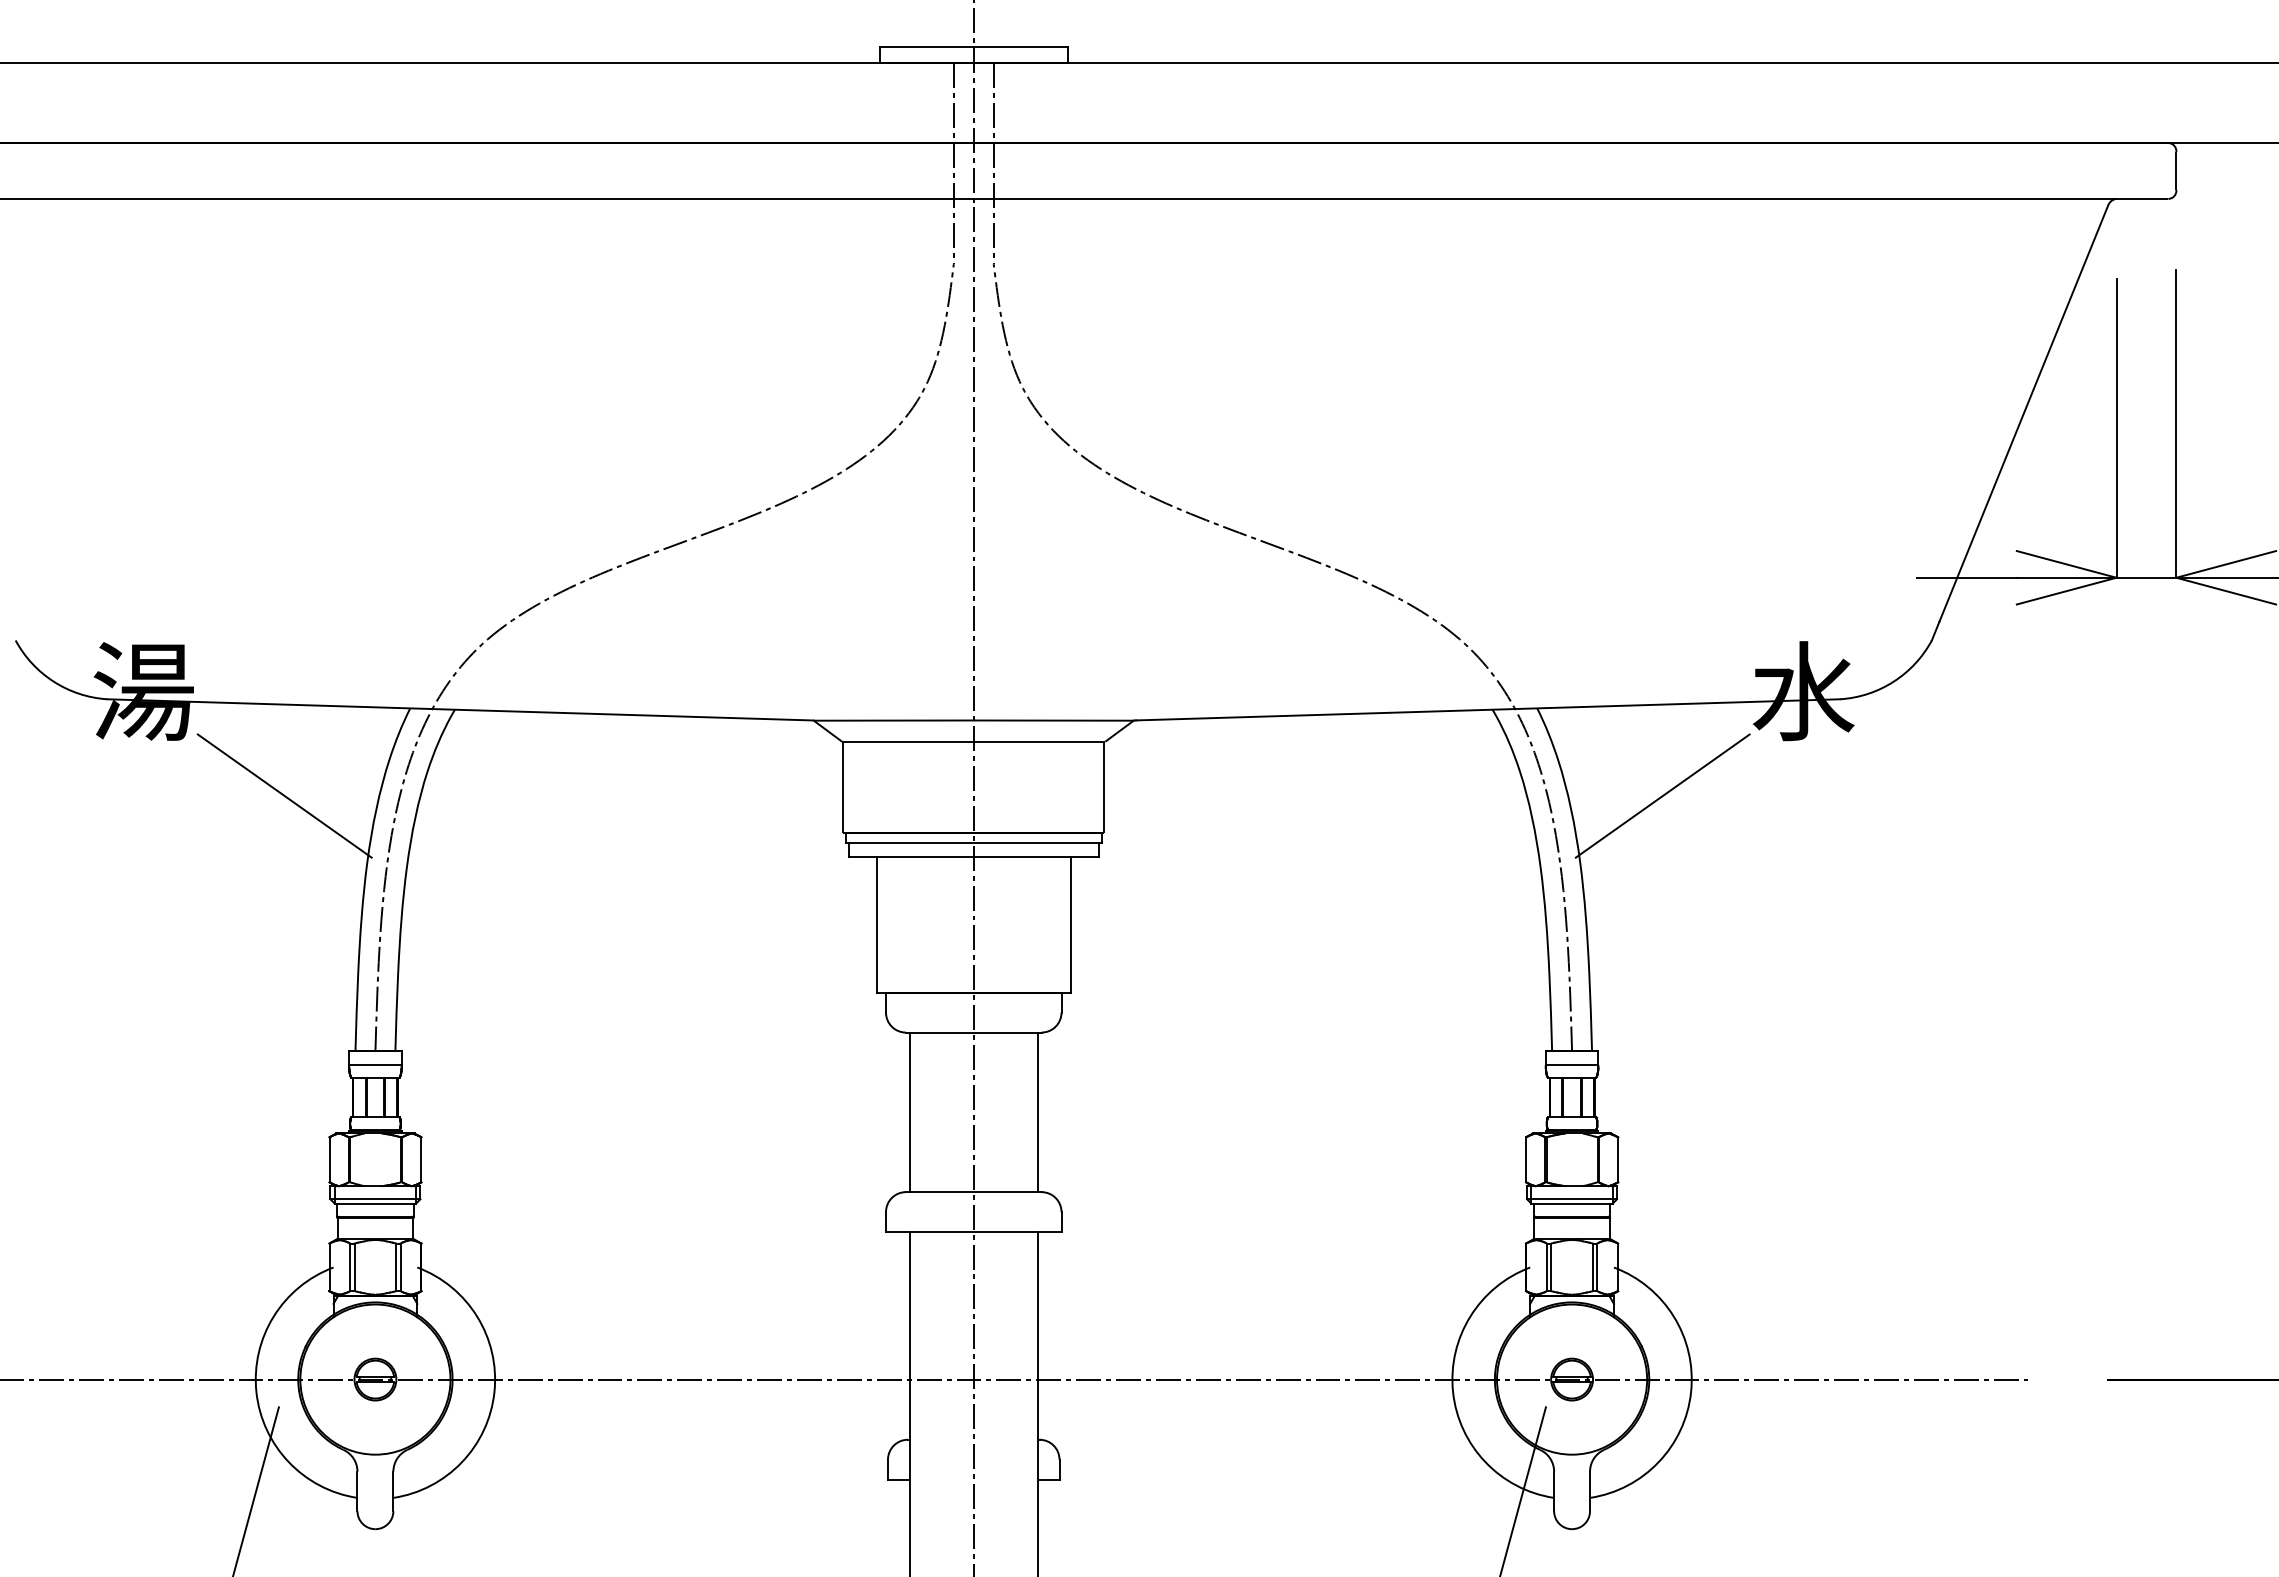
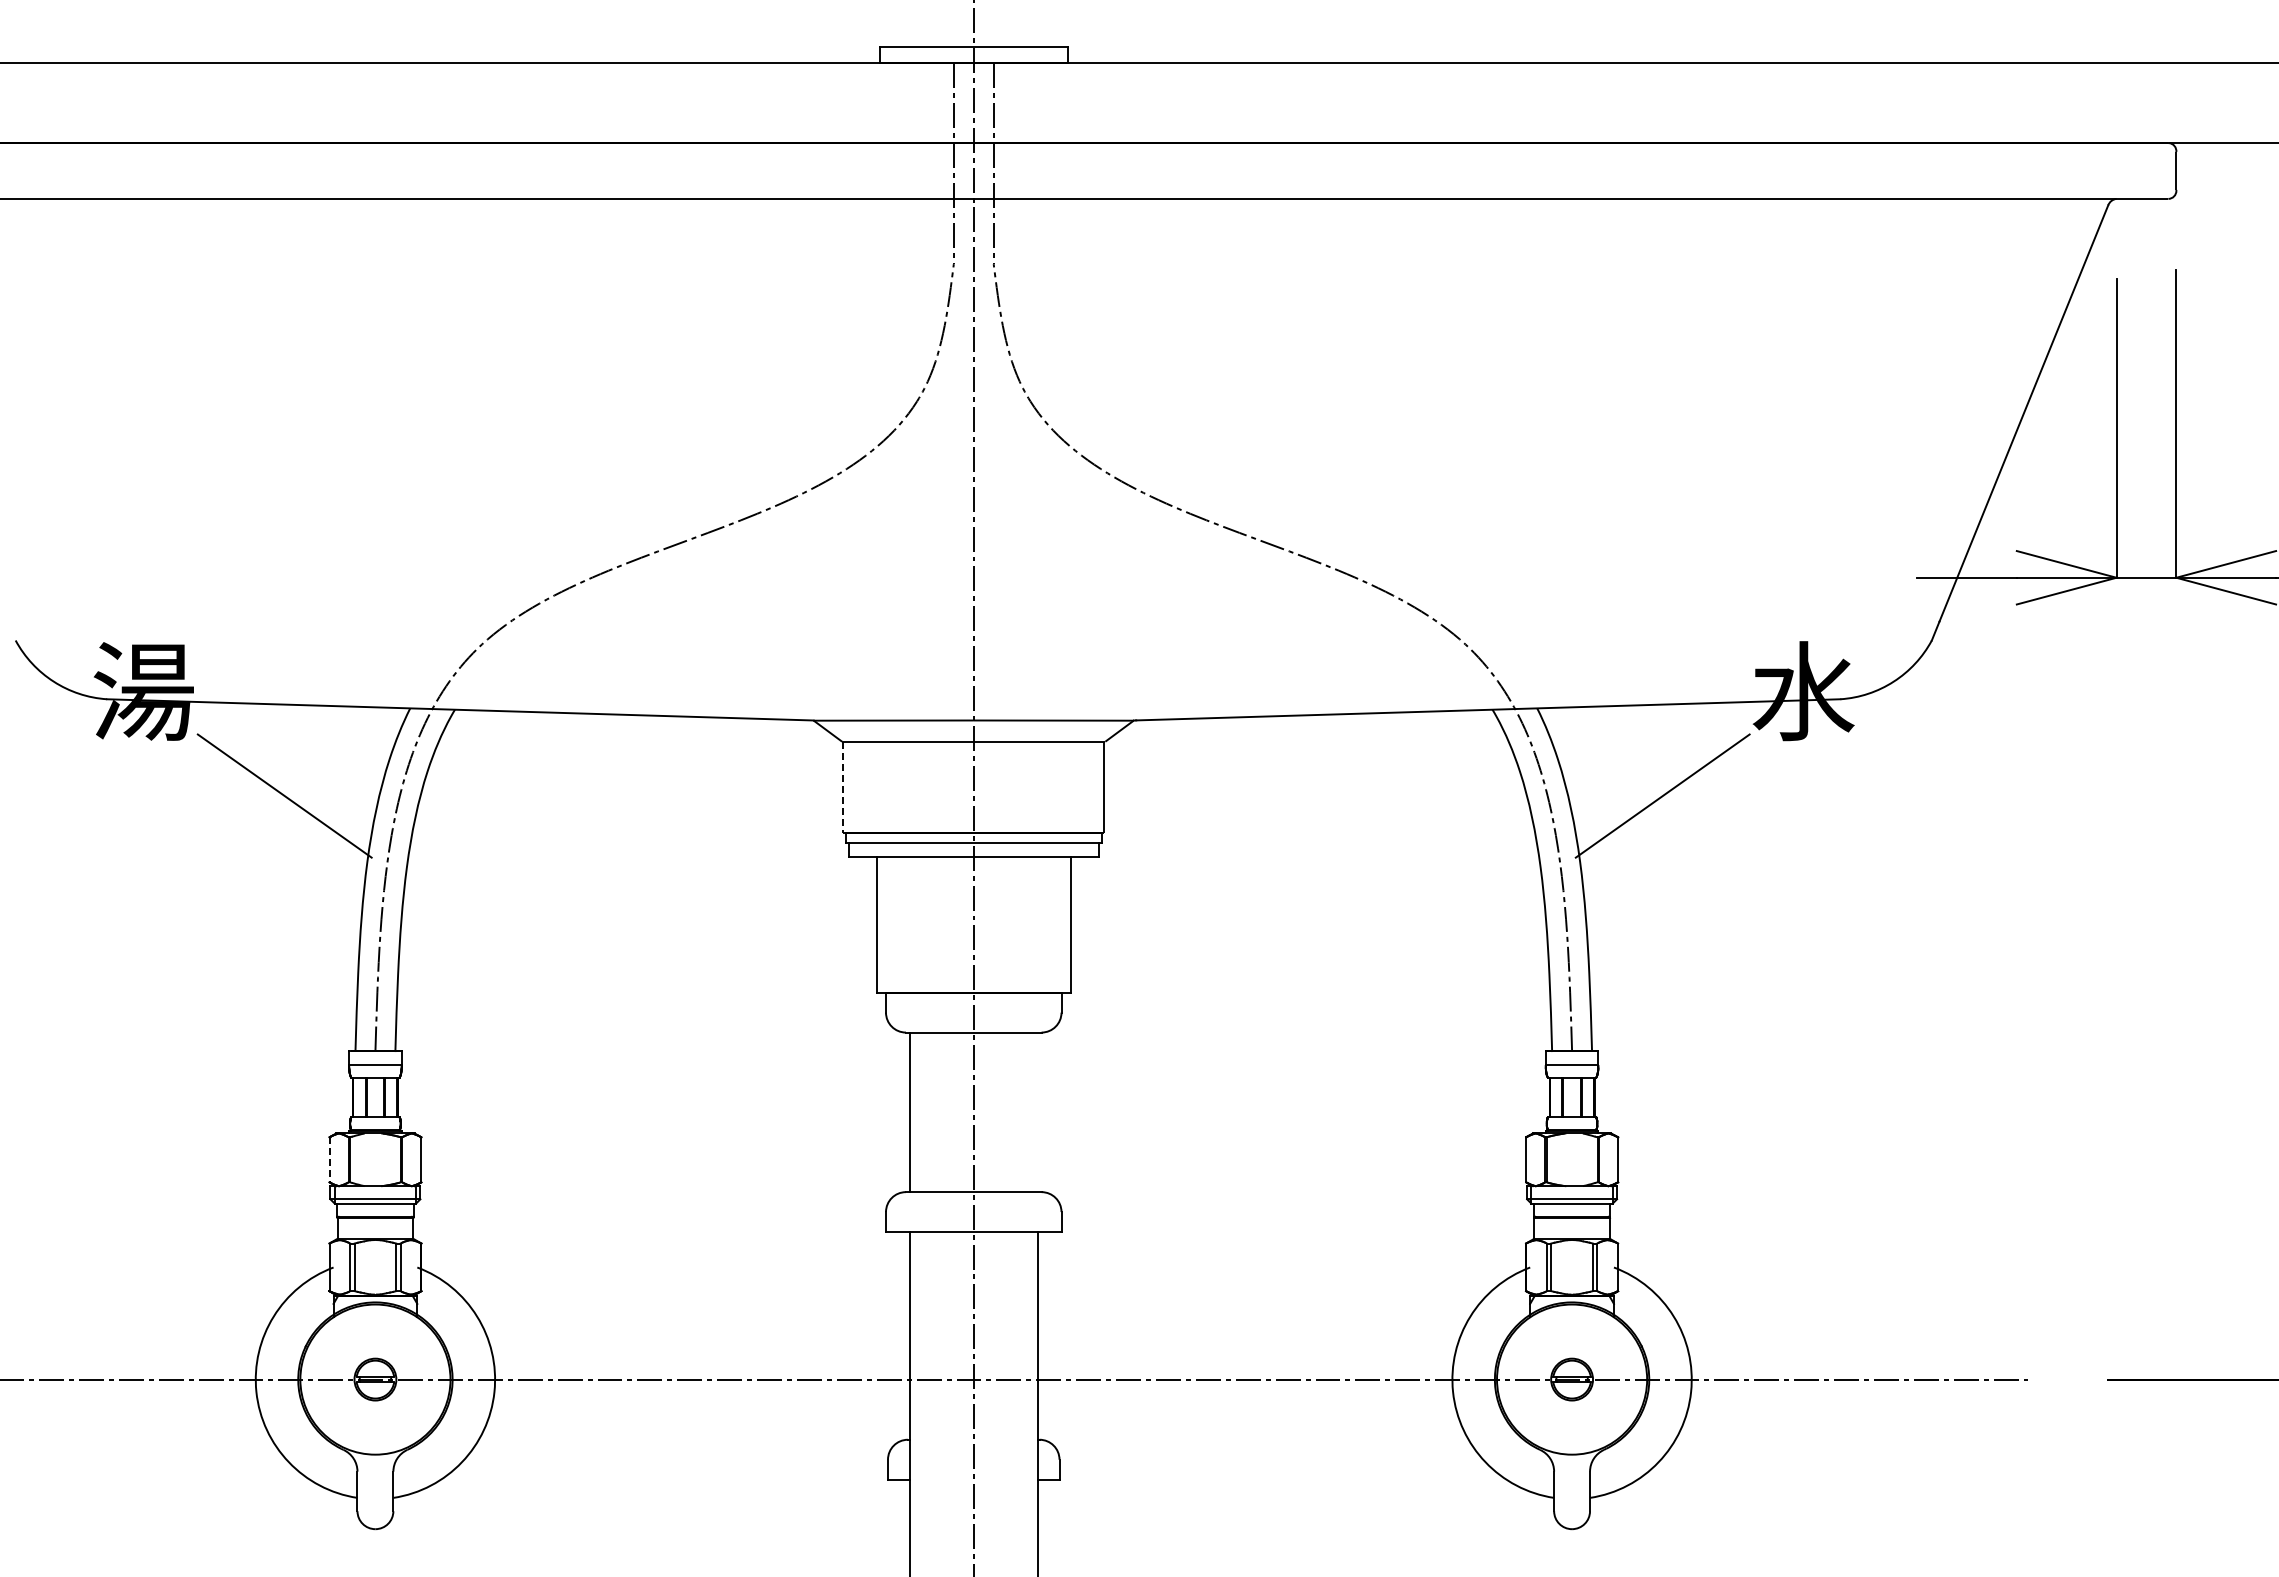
line at (843, 787): solid -> dashed
line at (1037, 1112): present -> none
line at (329, 1159): solid -> dashed
line at (255, 1490): present -> none
line at (1522, 1490): present -> none
